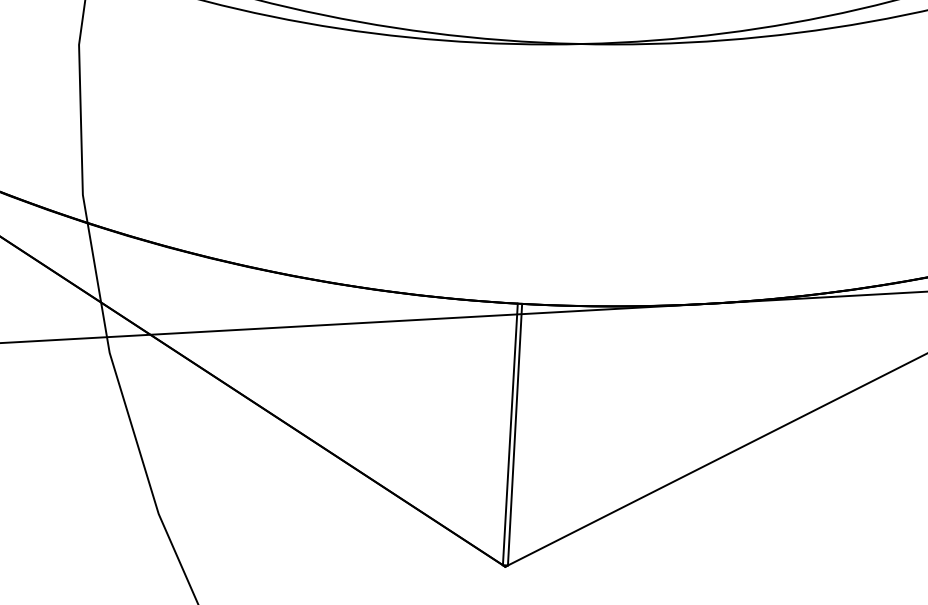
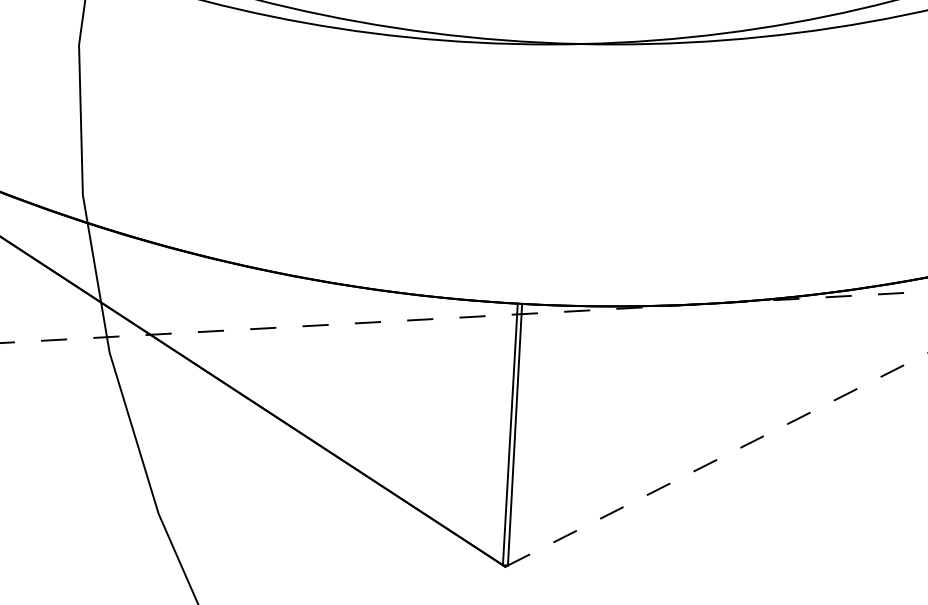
line at (464, 317): solid -> dashed
line at (715, 460): solid -> dashed
